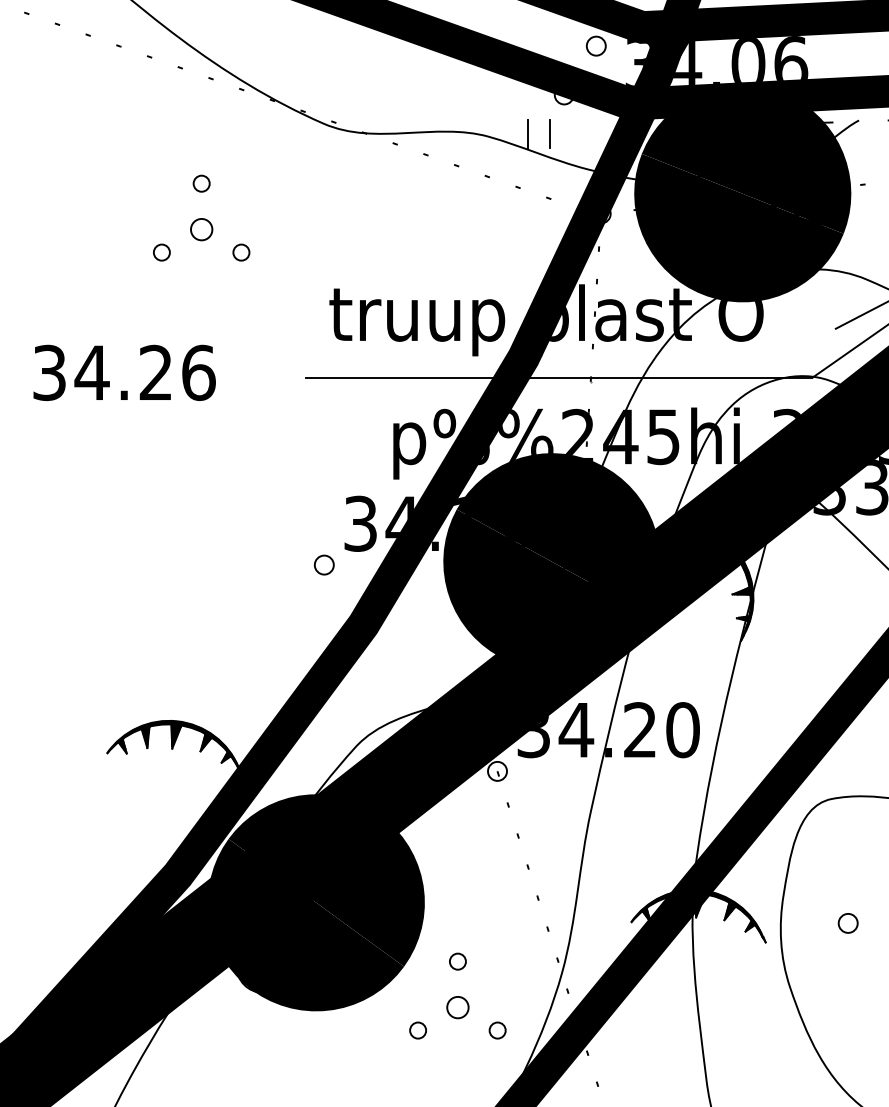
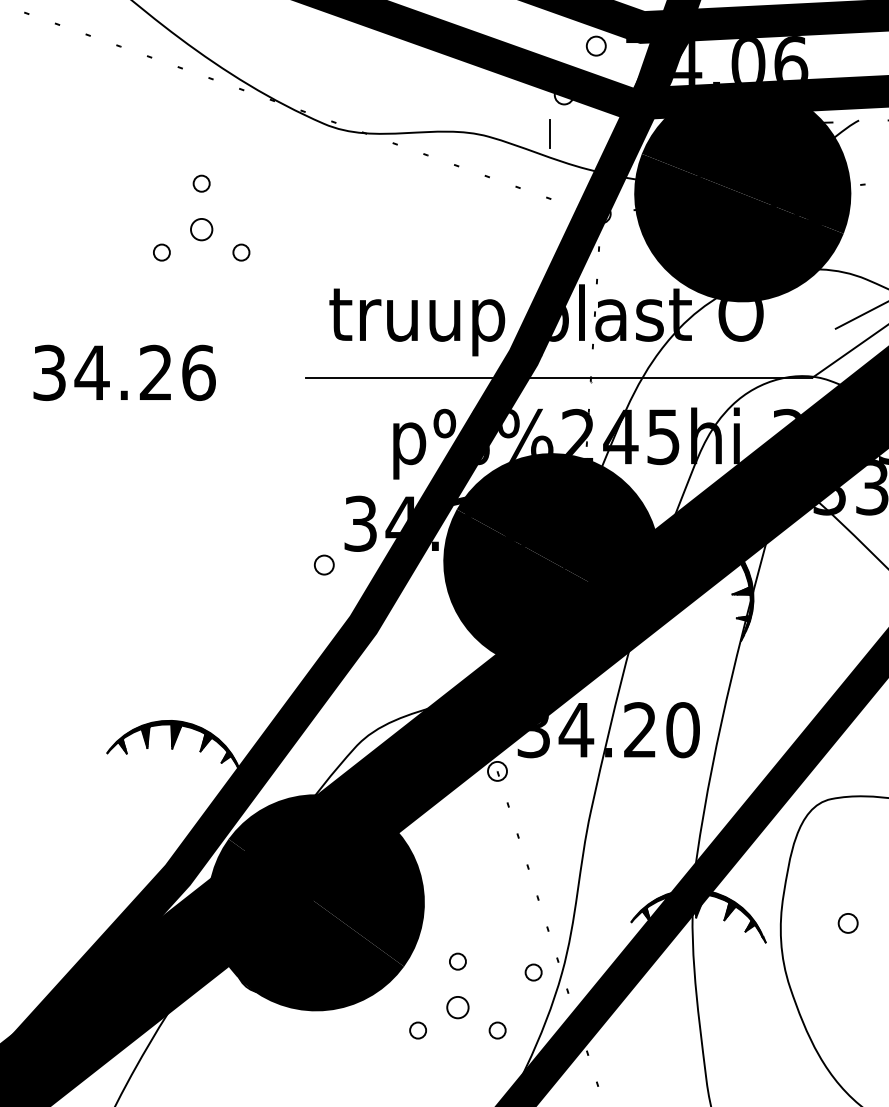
text at (637, 63): 34.06 -> 74.06
line at (527, 133): present -> none
circle at (533, 972): none -> present
